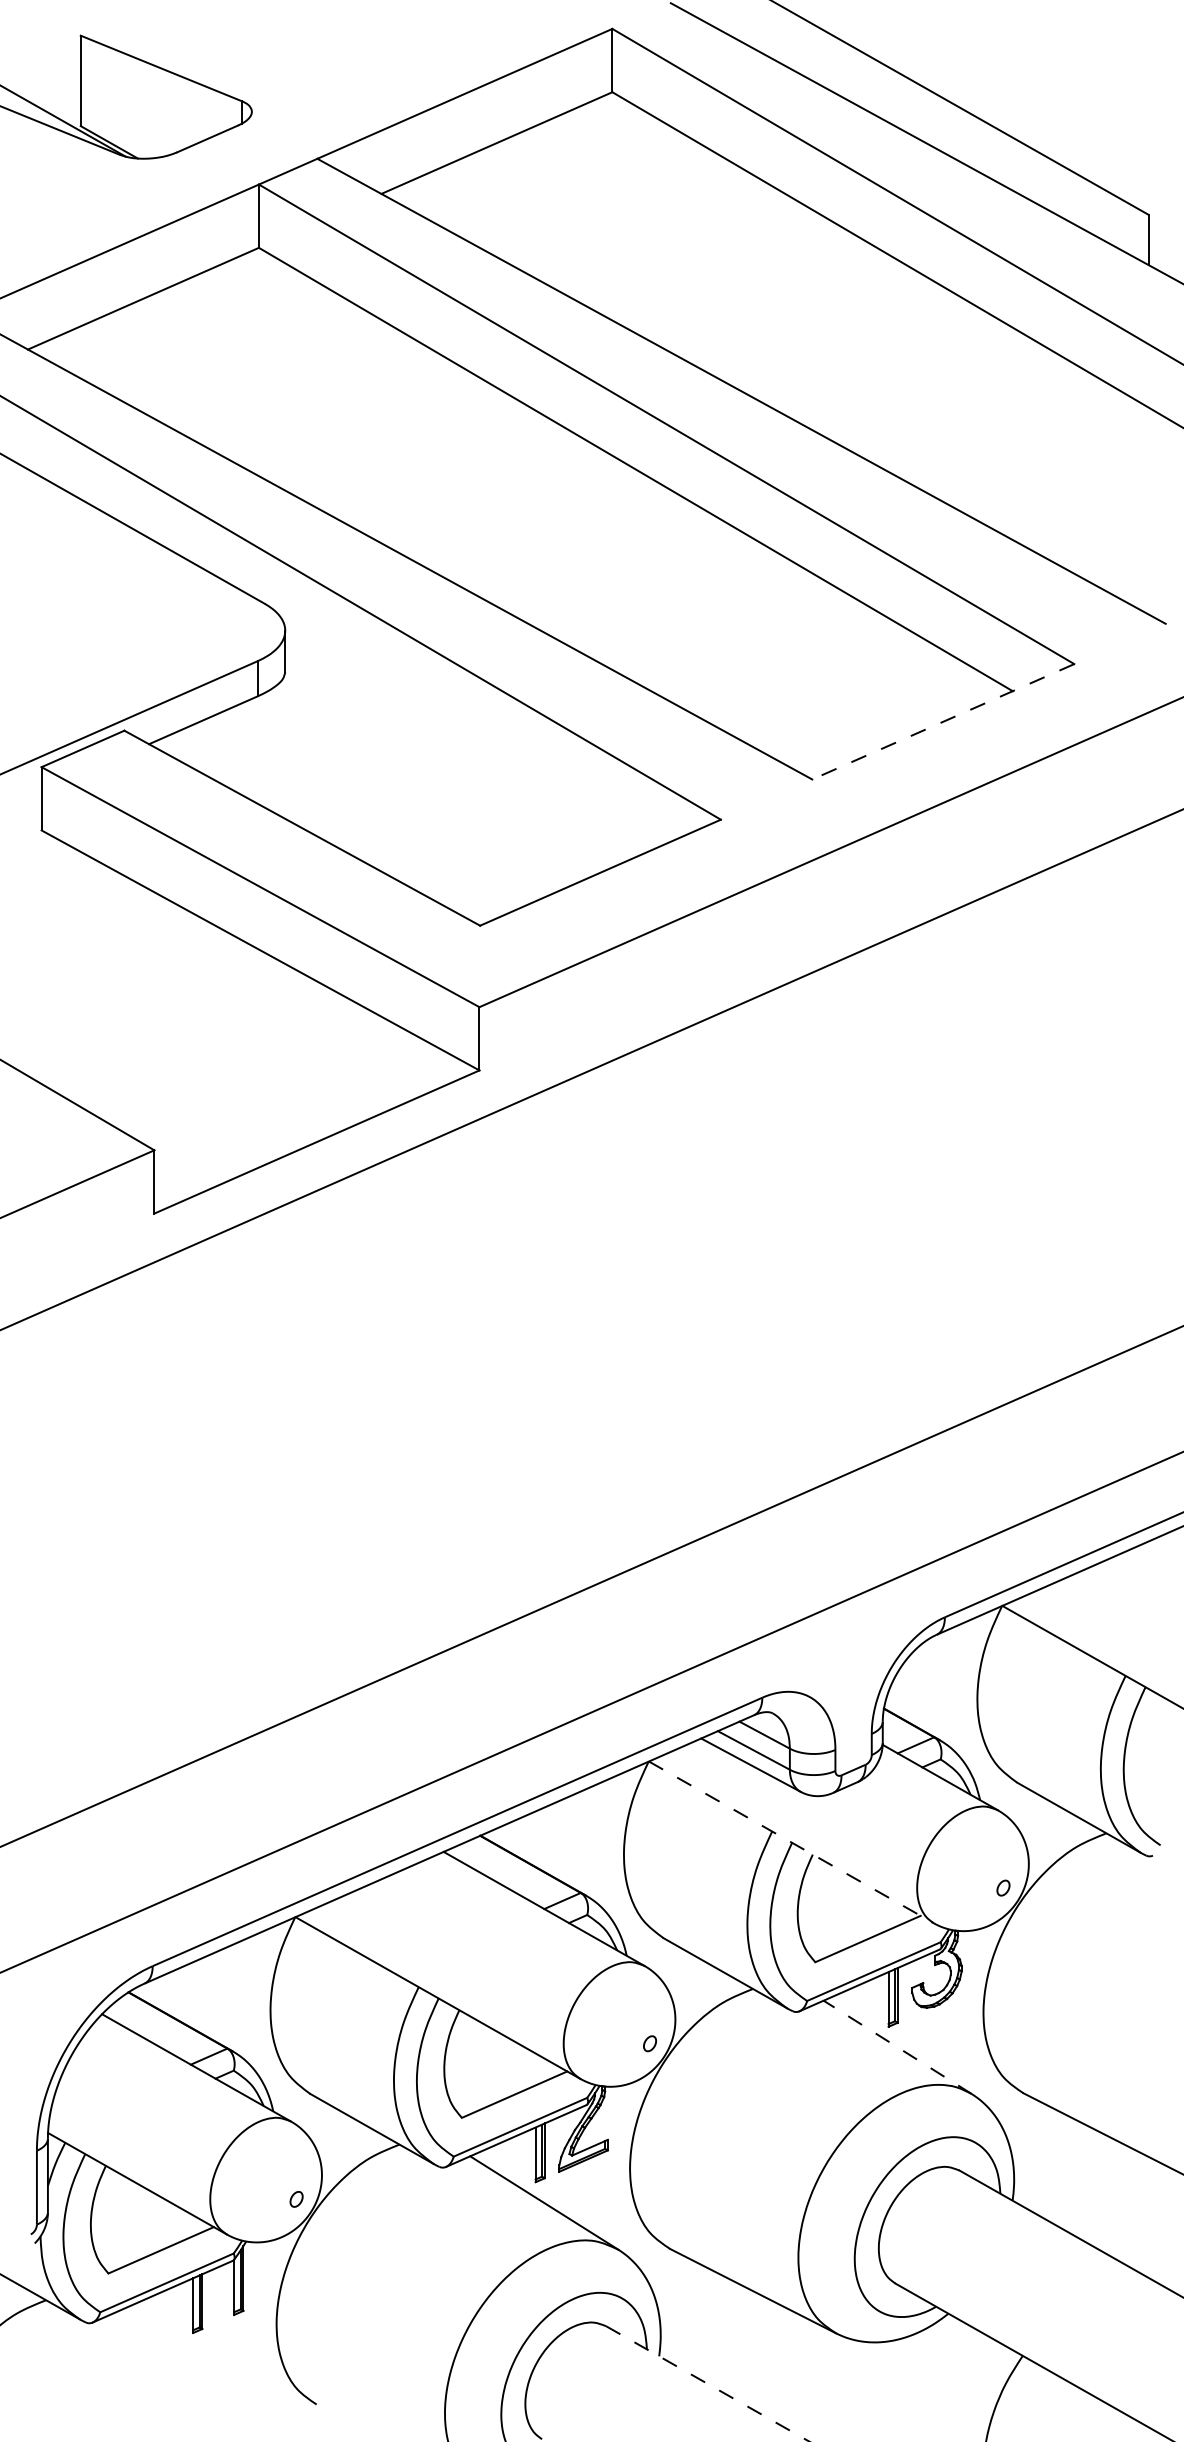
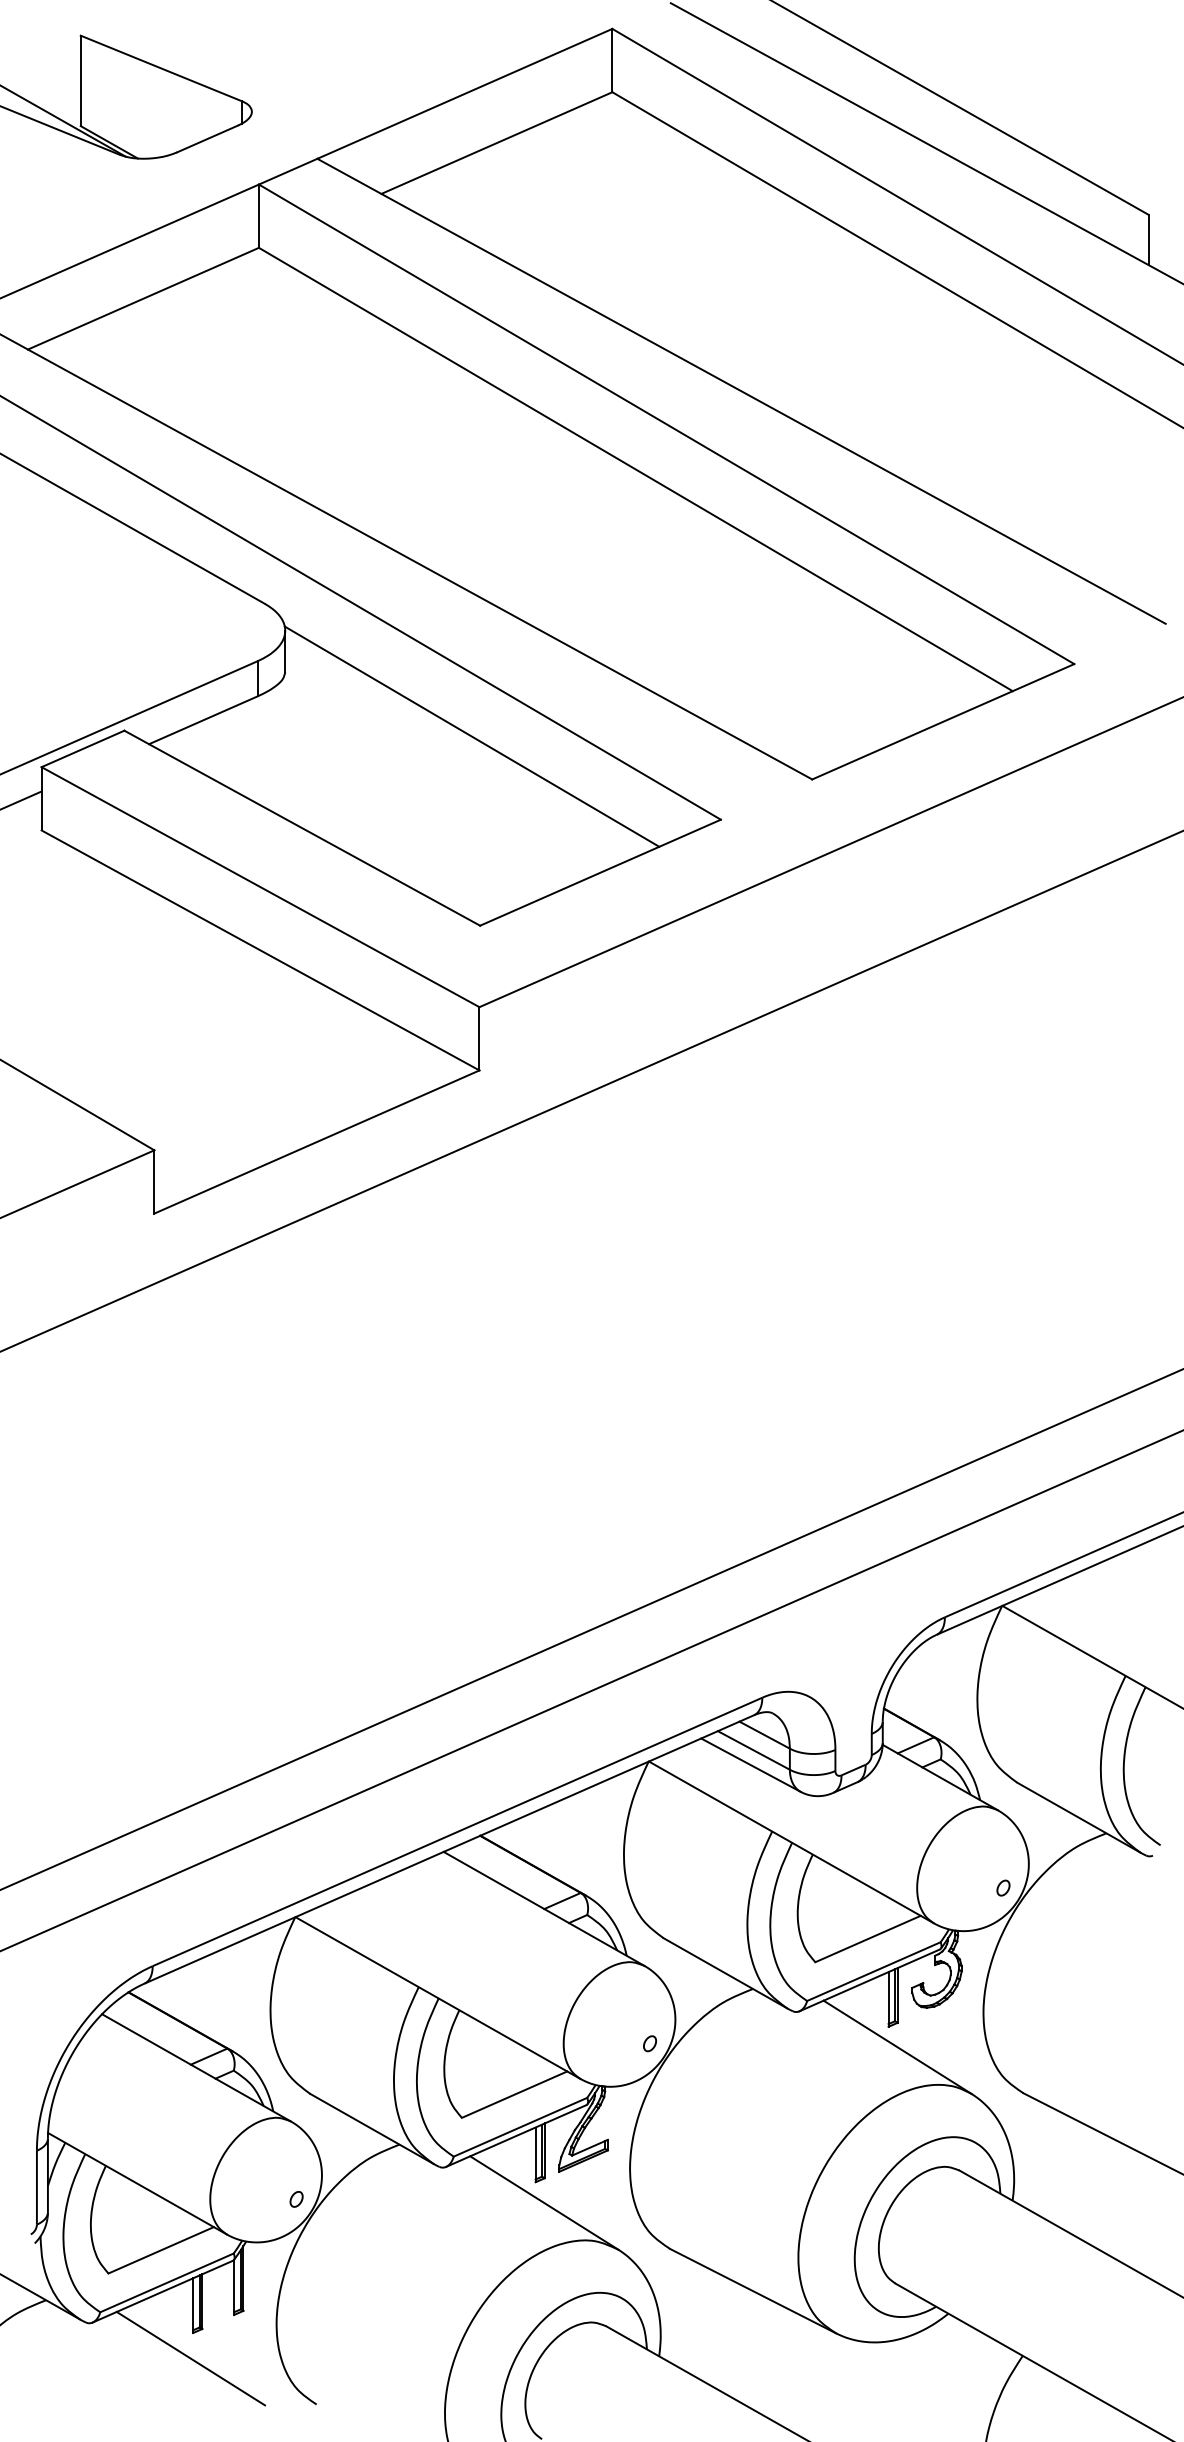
line at (942, 721): dashed -> solid
line at (471, 736): none -> present
line at (21, 799): none -> present
line at (591, 1069) position: (591, 1069) -> (591, 1091)
line at (591, 1586) position: (591, 1586) -> (591, 1629)
line at (591, 1712) position: (591, 1712) -> (591, 1690)
line at (791, 1842): dashed -> solid
line at (897, 2047): dashed -> solid
line at (190, 2358): none -> present
line at (707, 2383): dashed -> solid
